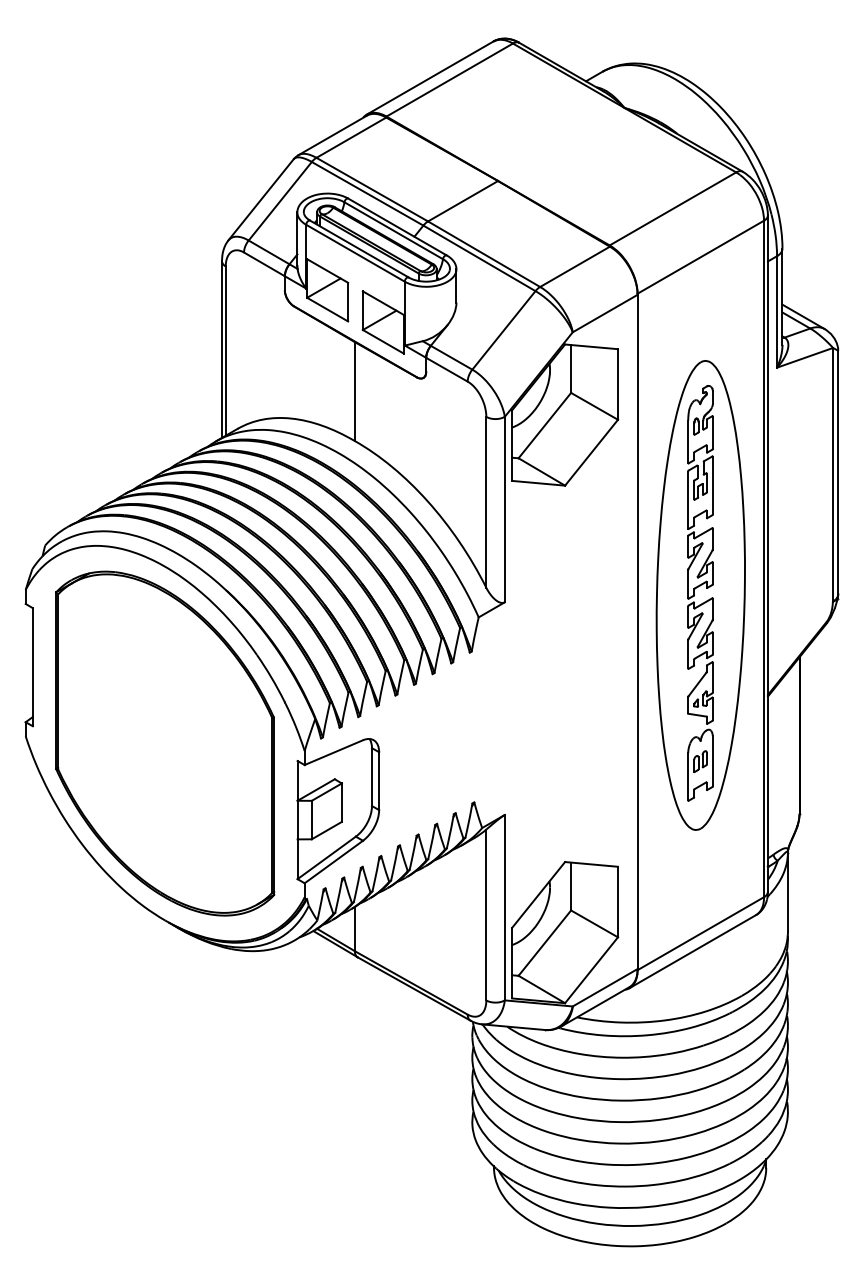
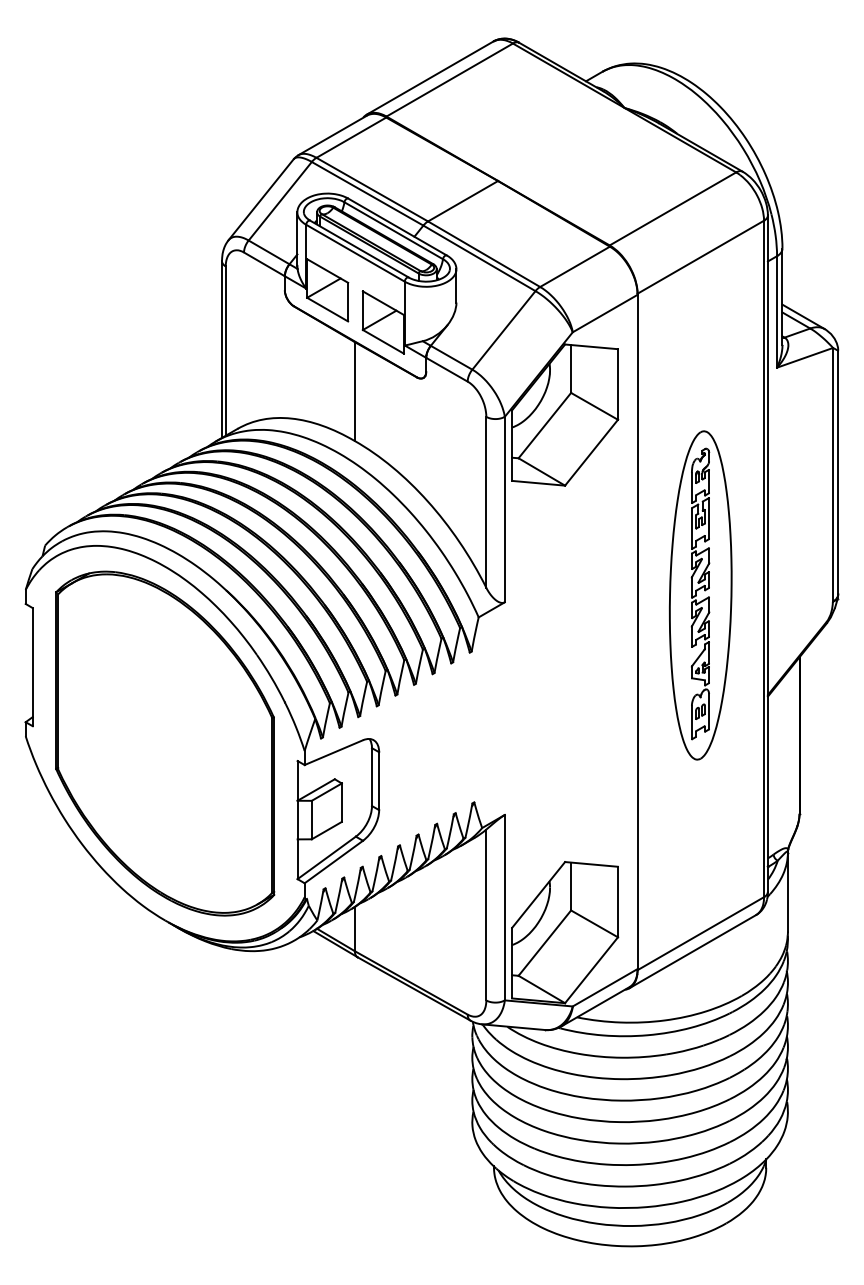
part at (700, 595) size: 91x471 px -> 65x331 px
